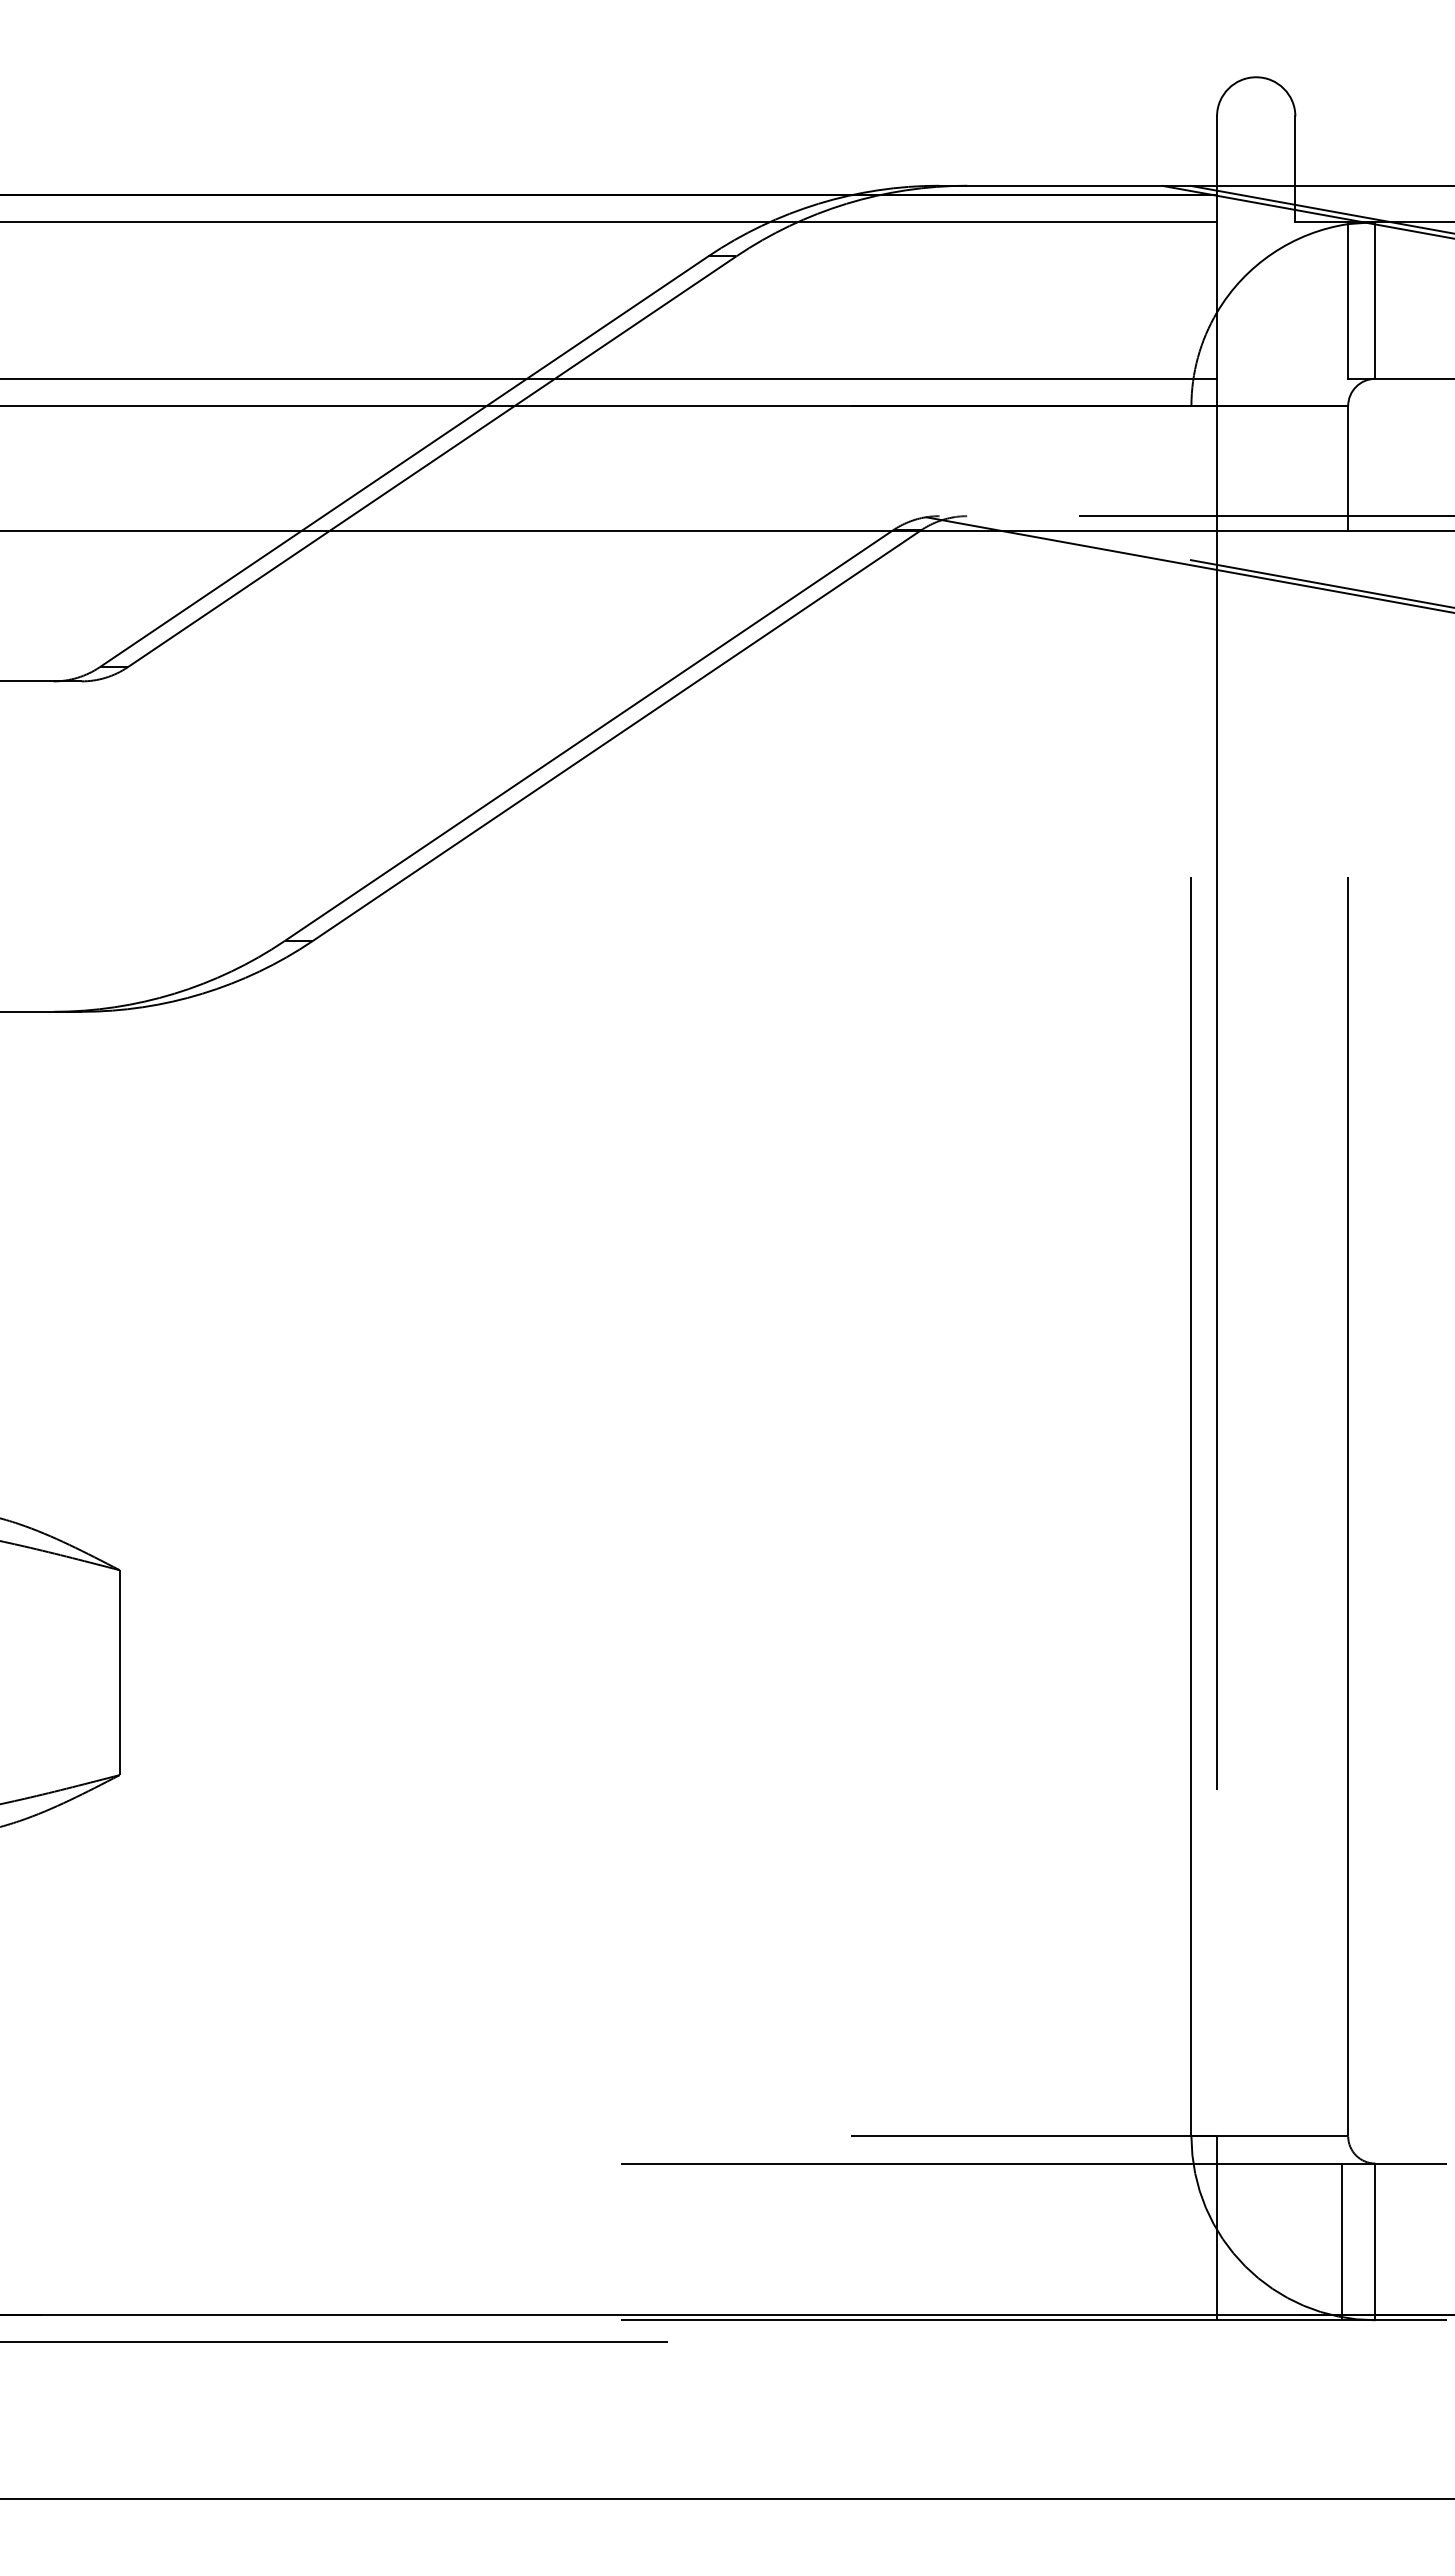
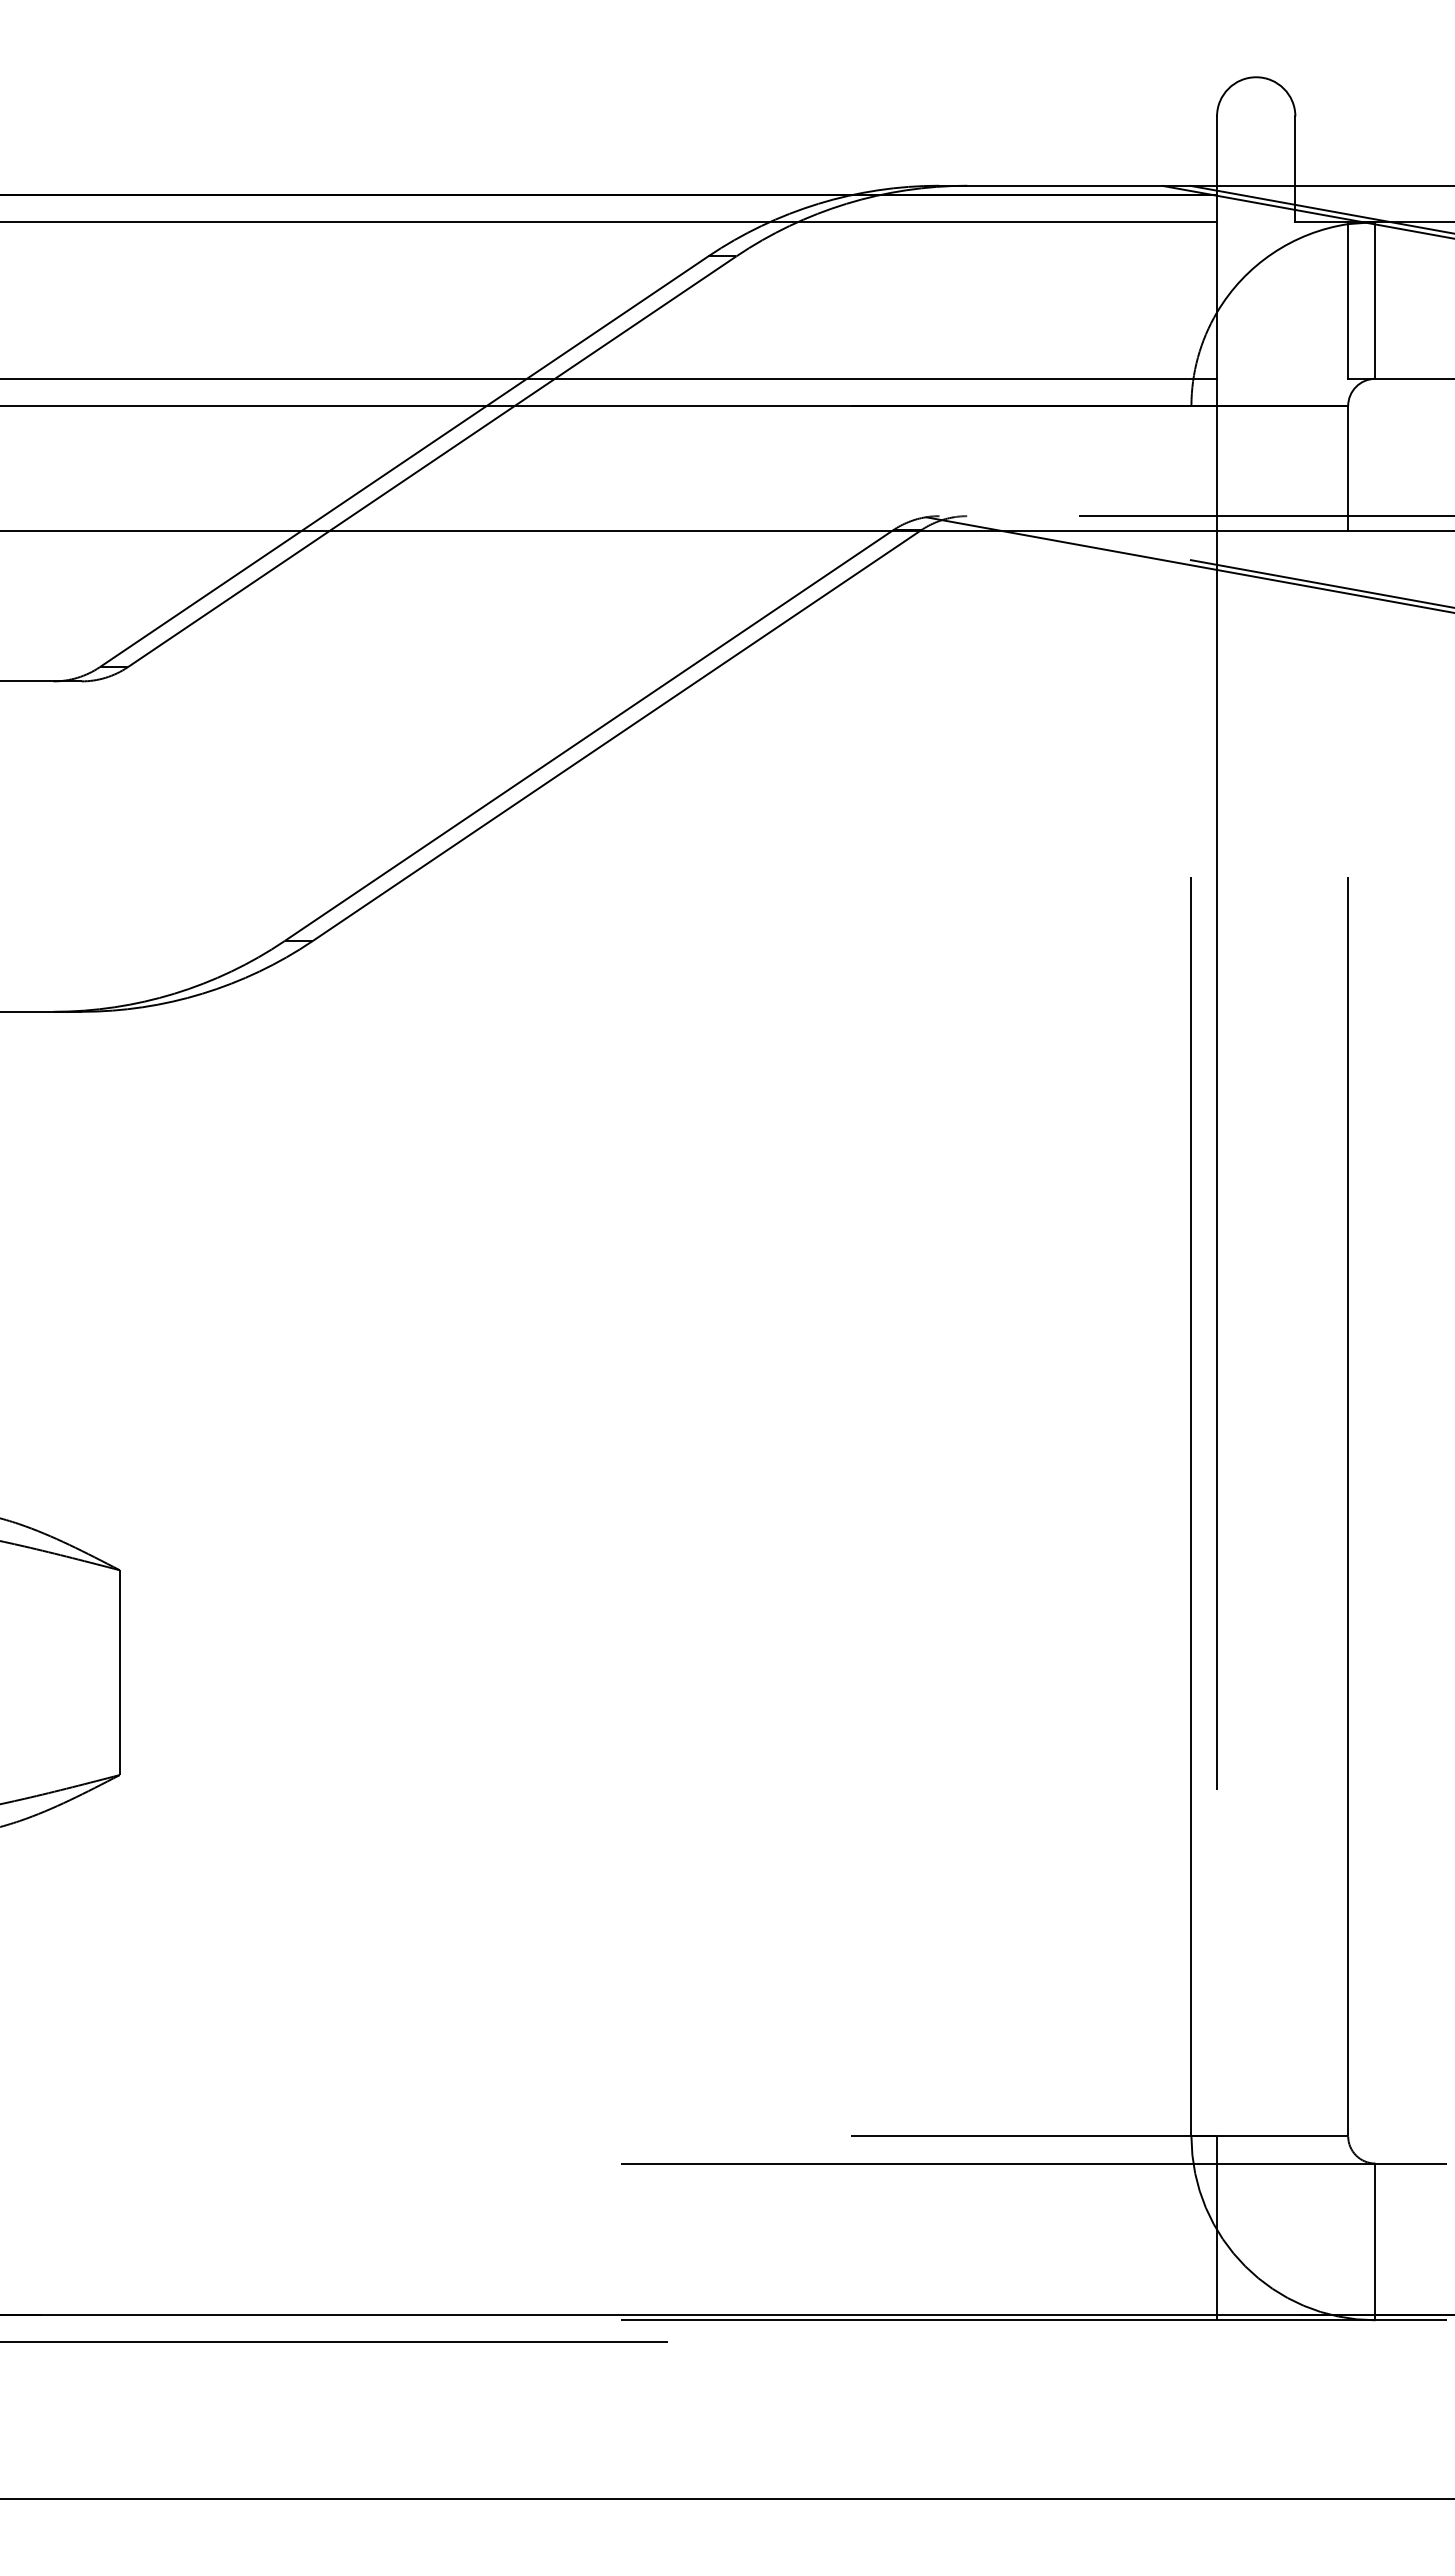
line at (1341, 2241): present -> none
